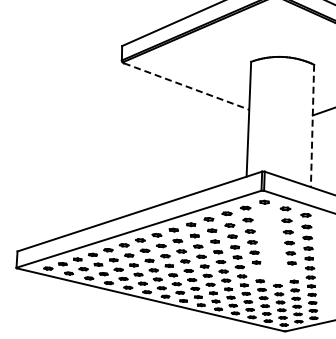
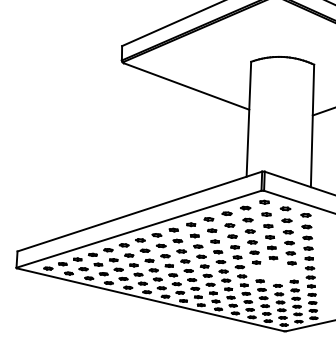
line at (186, 86): dashed -> solid
line at (312, 126): dashed -> solid
part at (269, 236): none -> present
